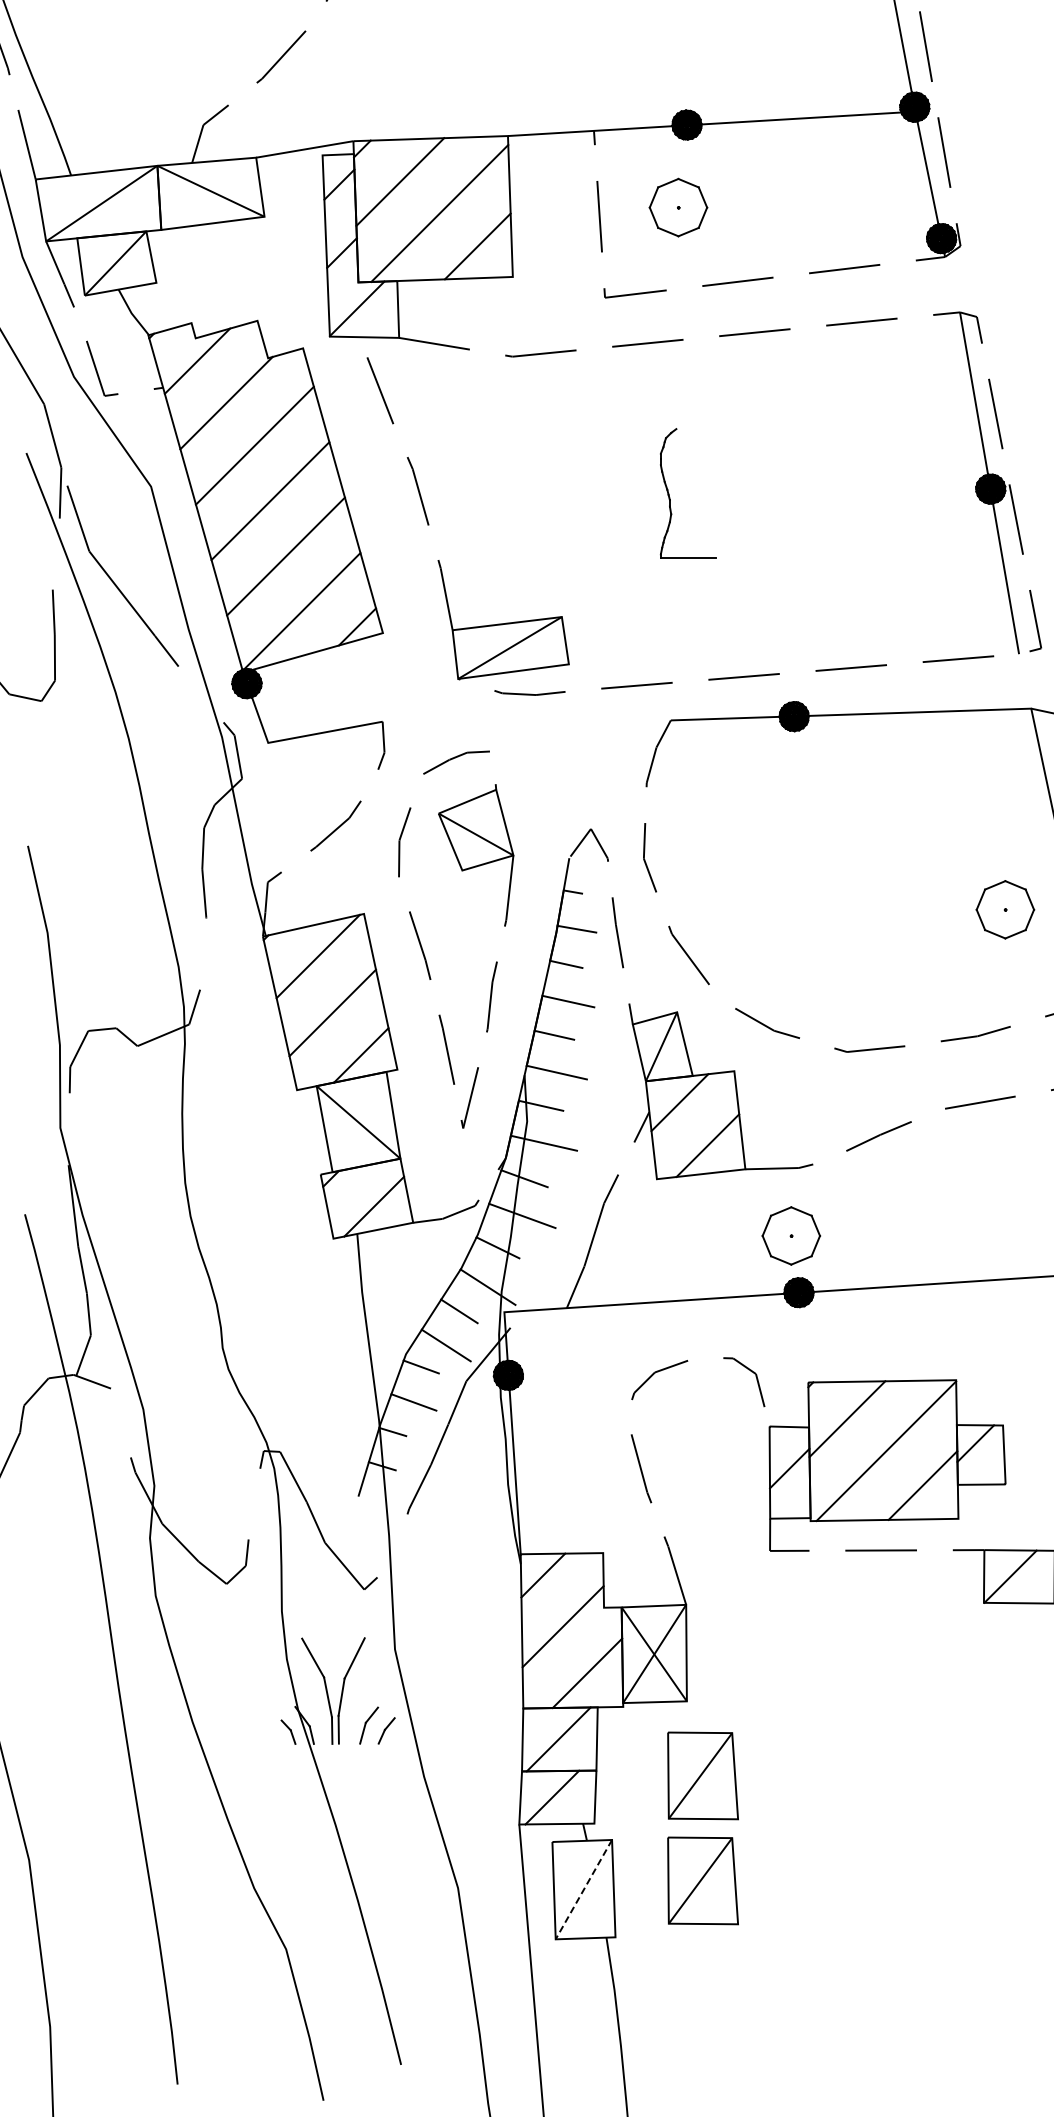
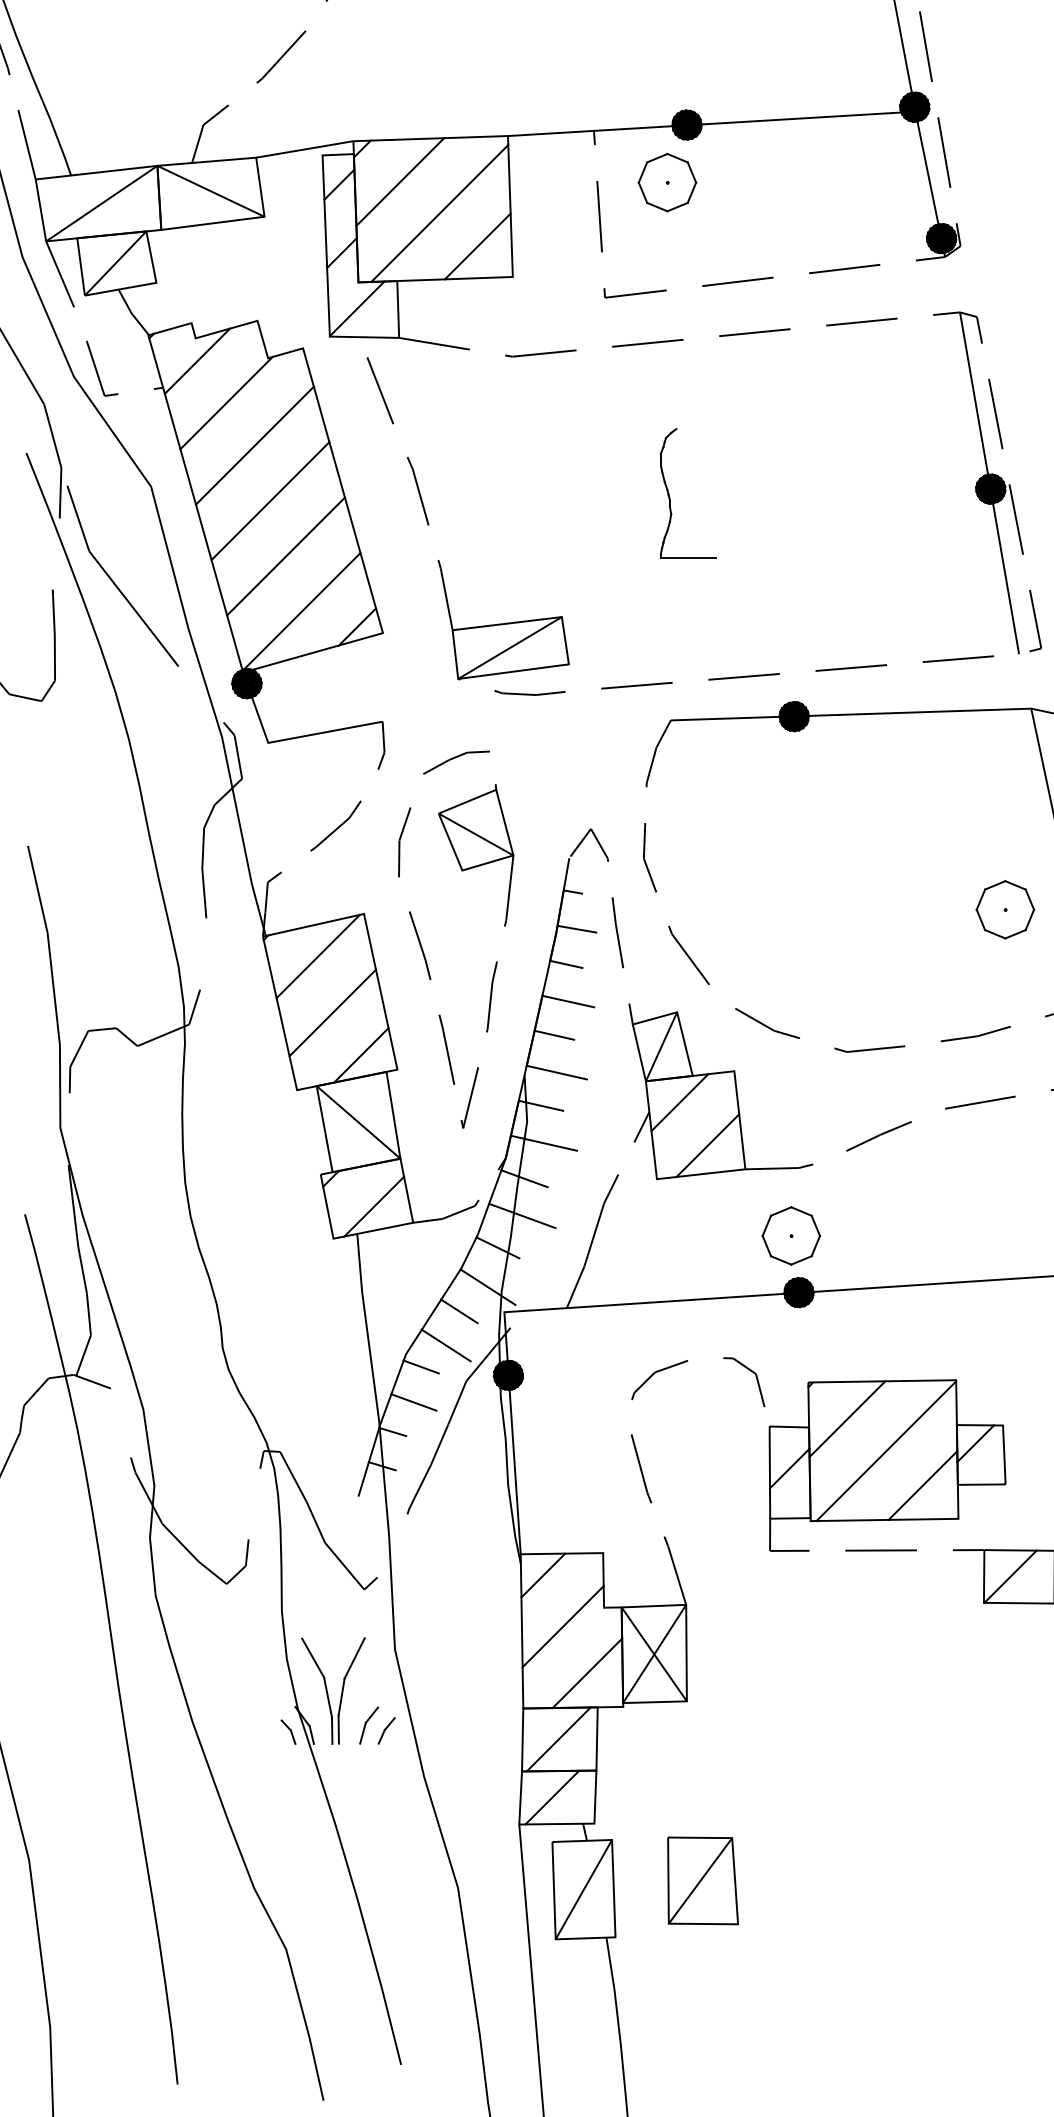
part at (678, 207) position: (678, 207) -> (667, 182)
part at (702, 1775): present -> none
line at (583, 1890): dashed -> solid
